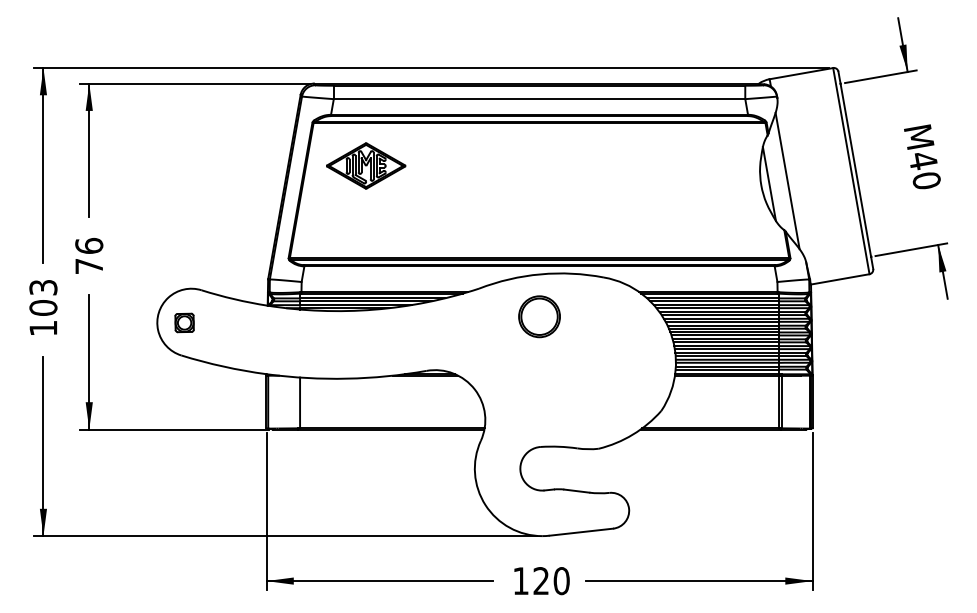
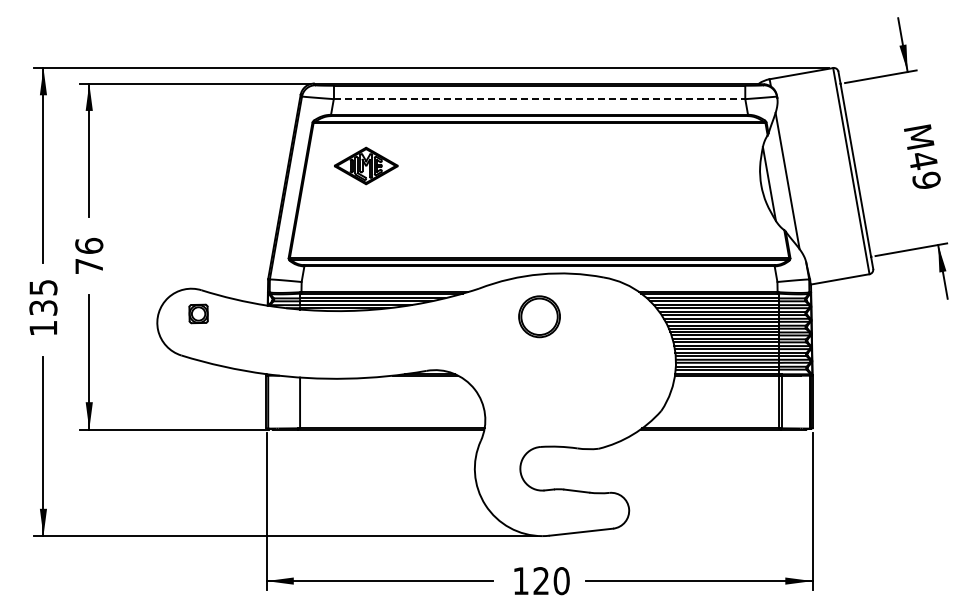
line at (539, 99): solid -> dashed
part at (366, 165) size: 81x48 px -> 65x40 px
text at (926, 180): M40 -> M49
text at (43, 297): 103 -> 135
part at (184, 322) position: (184, 322) -> (198, 313)
